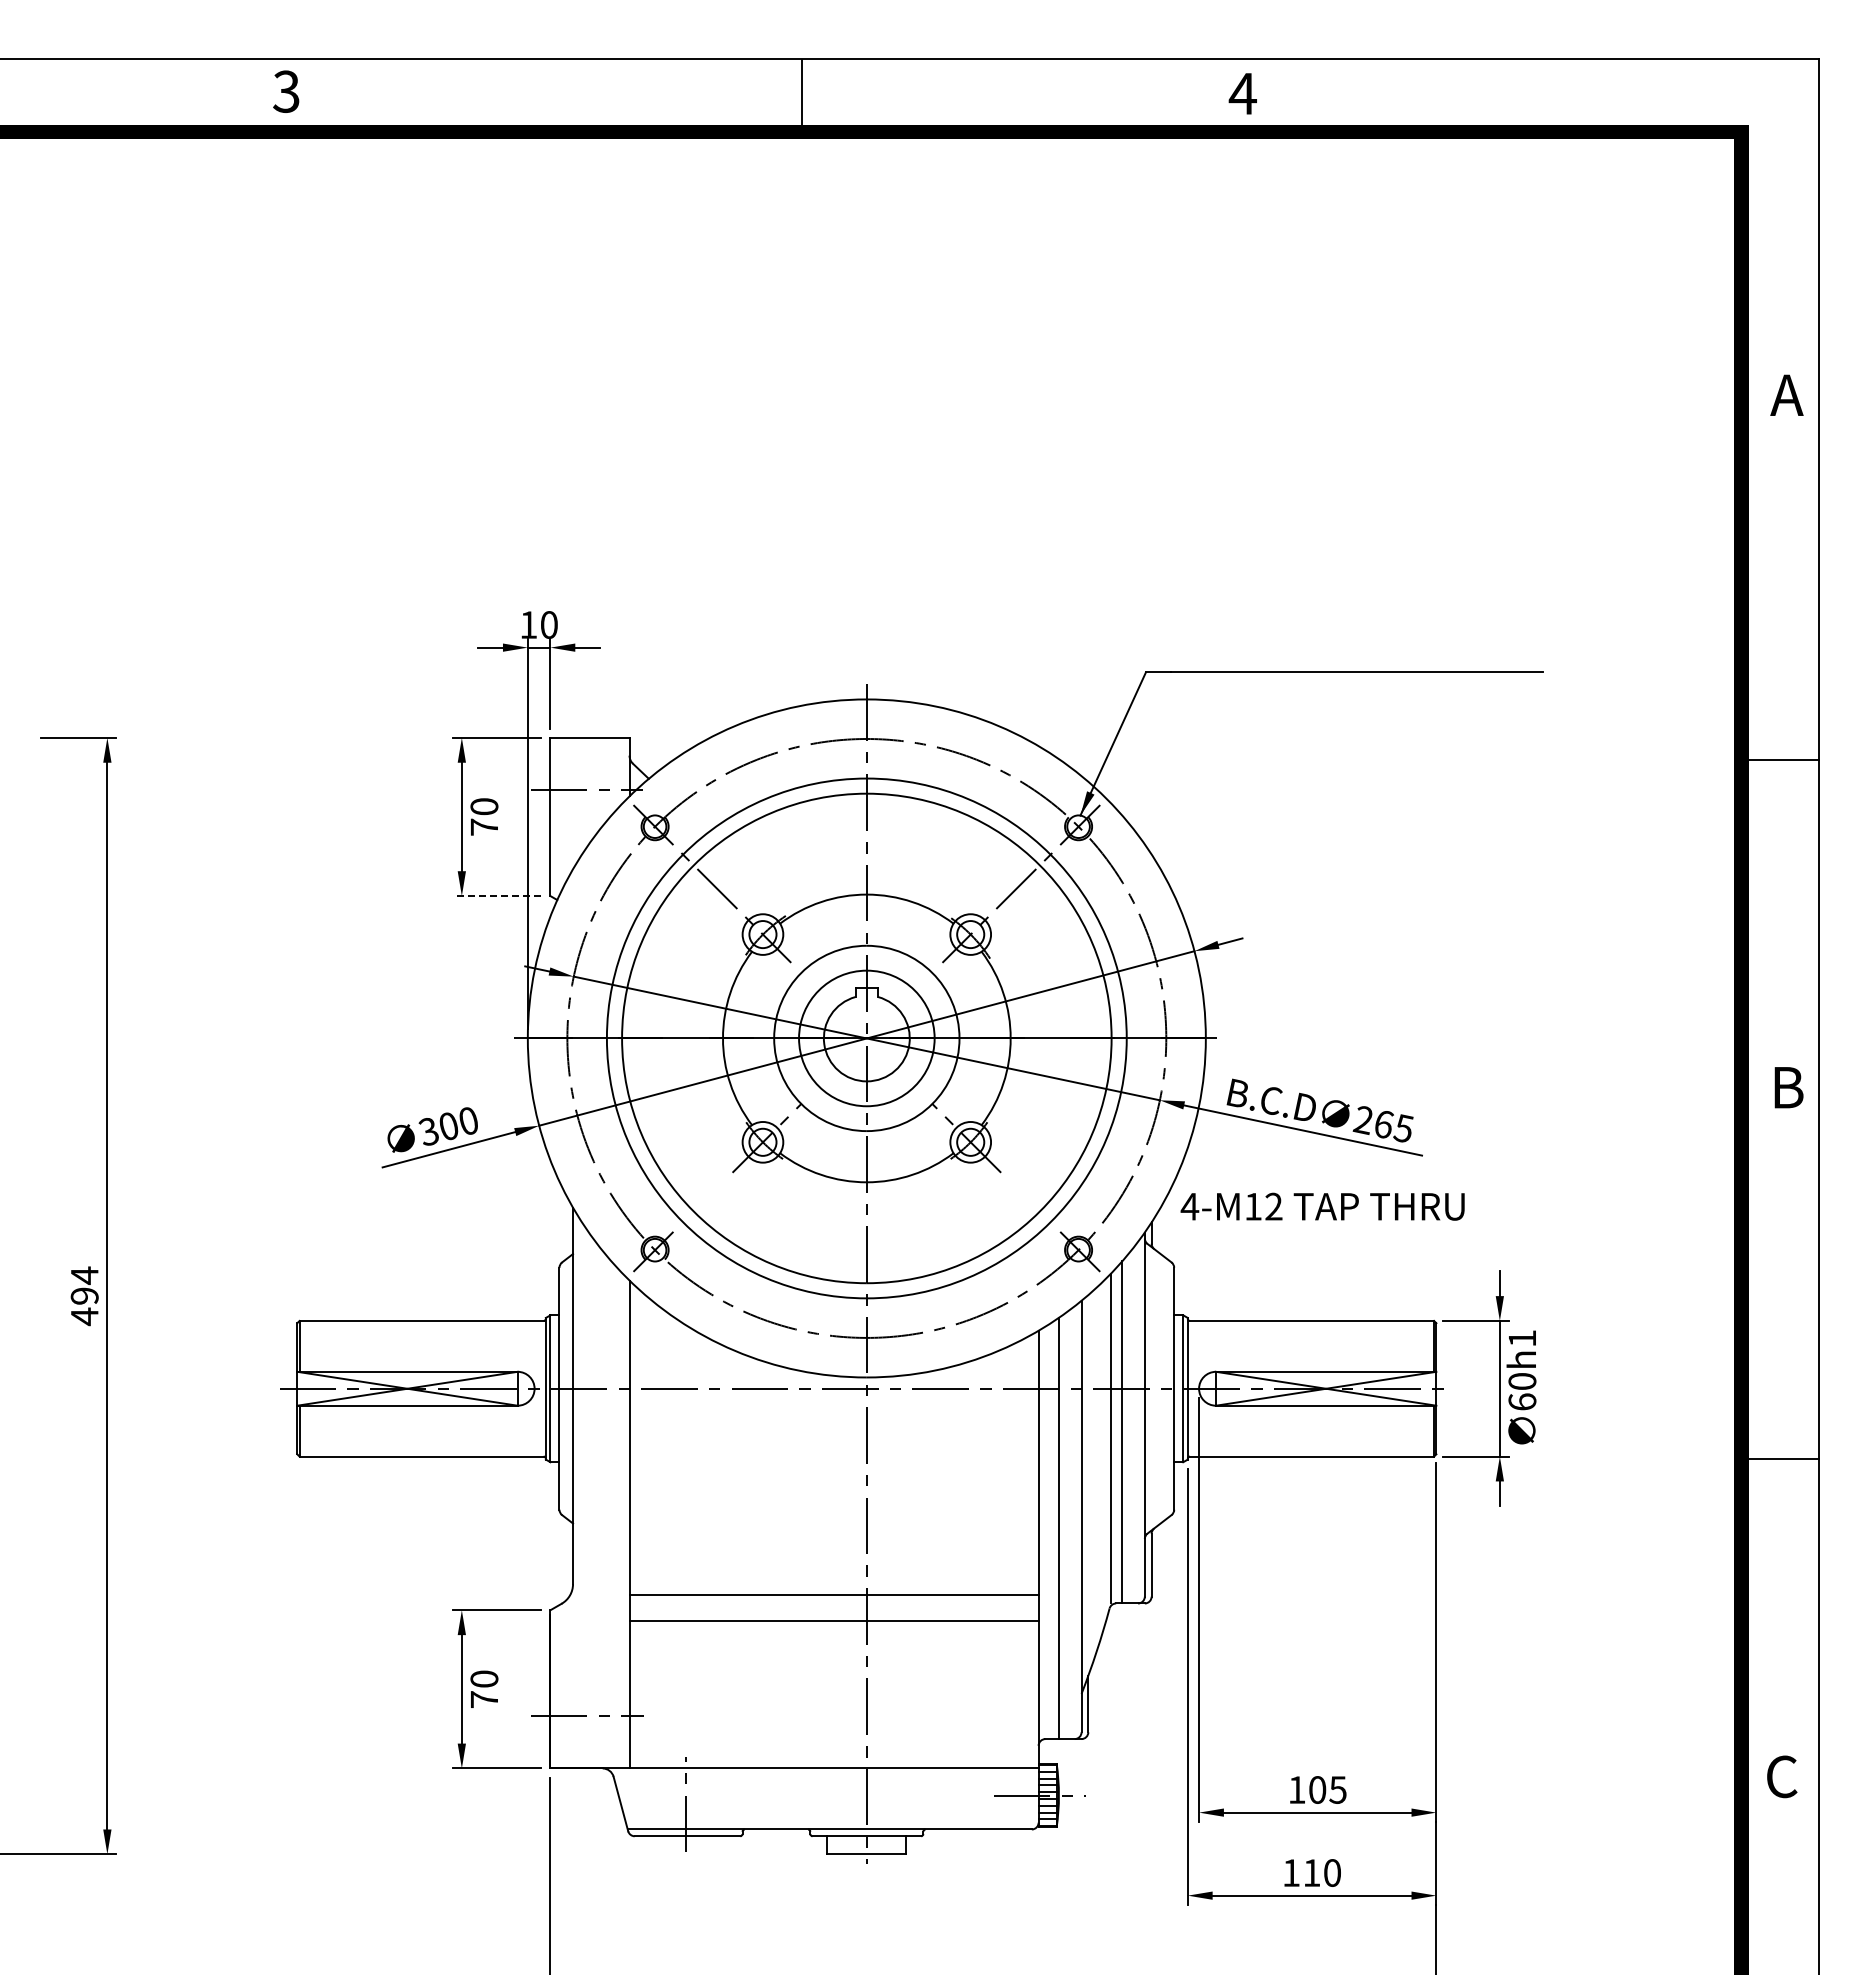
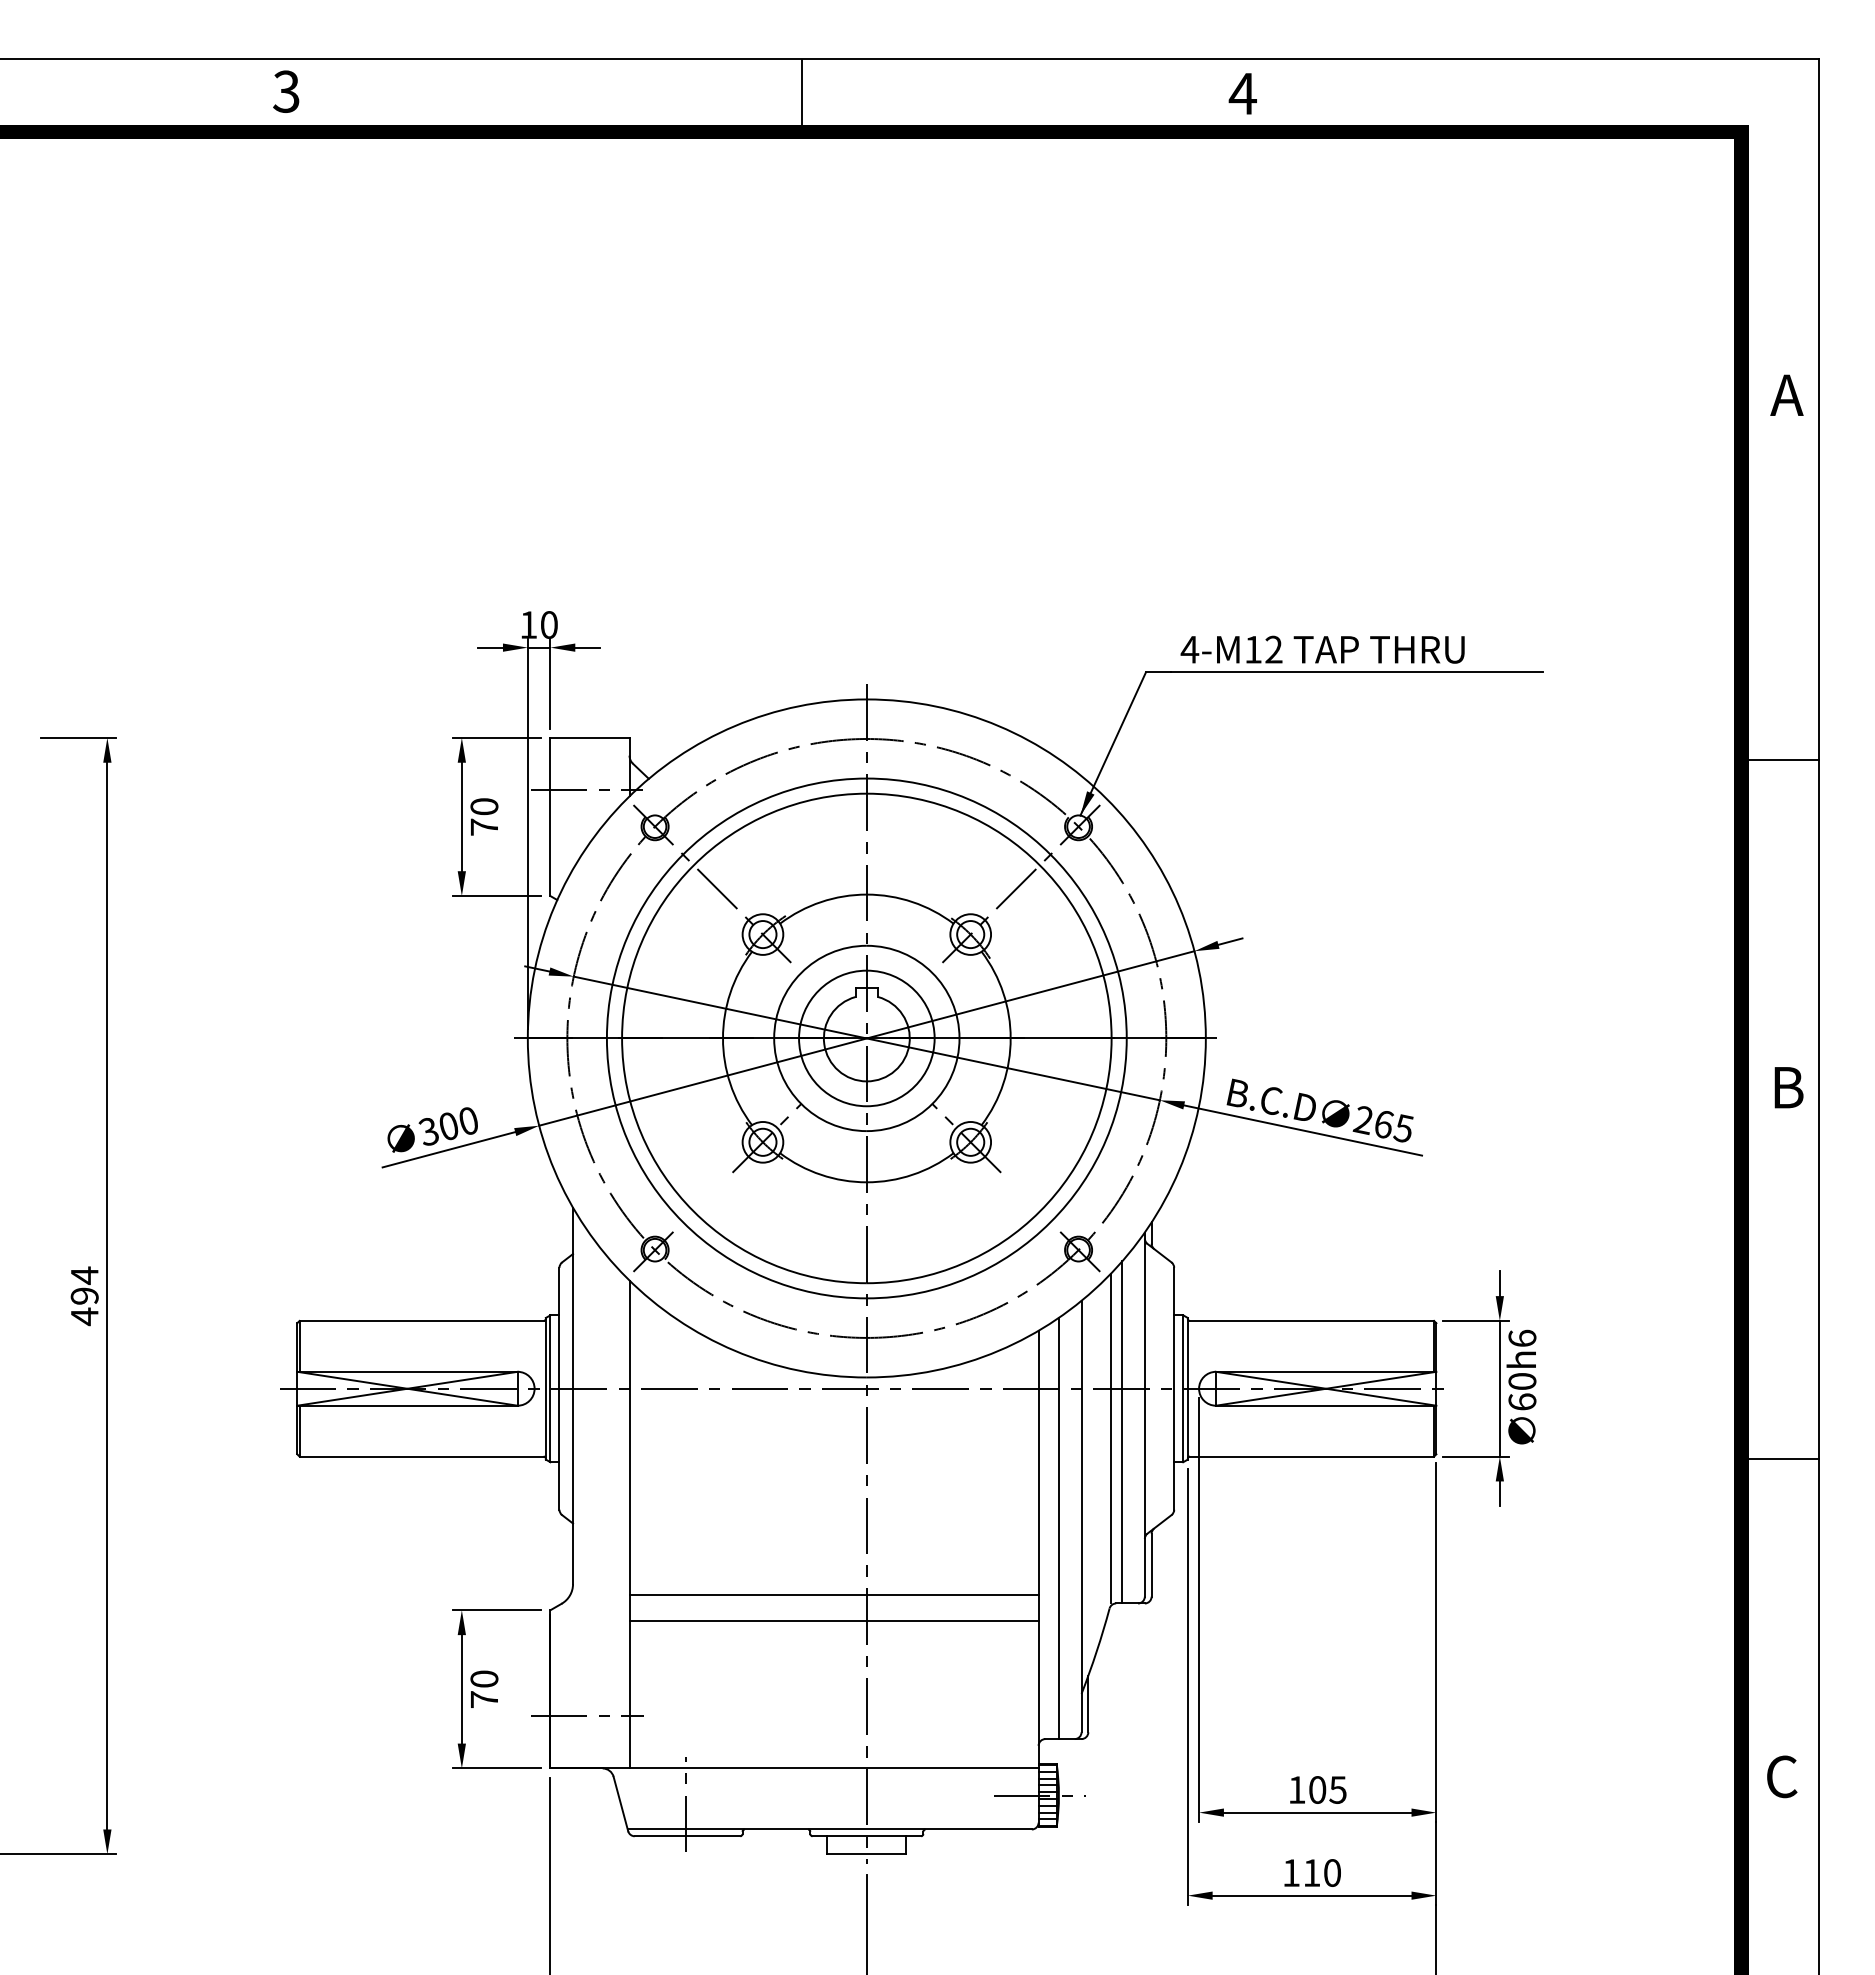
line at (496, 896): dashed -> solid
text at (1322, 1206) position: (1322, 1206) -> (1322, 649)
text at (1522, 1337): 60h1 -> 60h6
line at (866, 1922): none -> present
